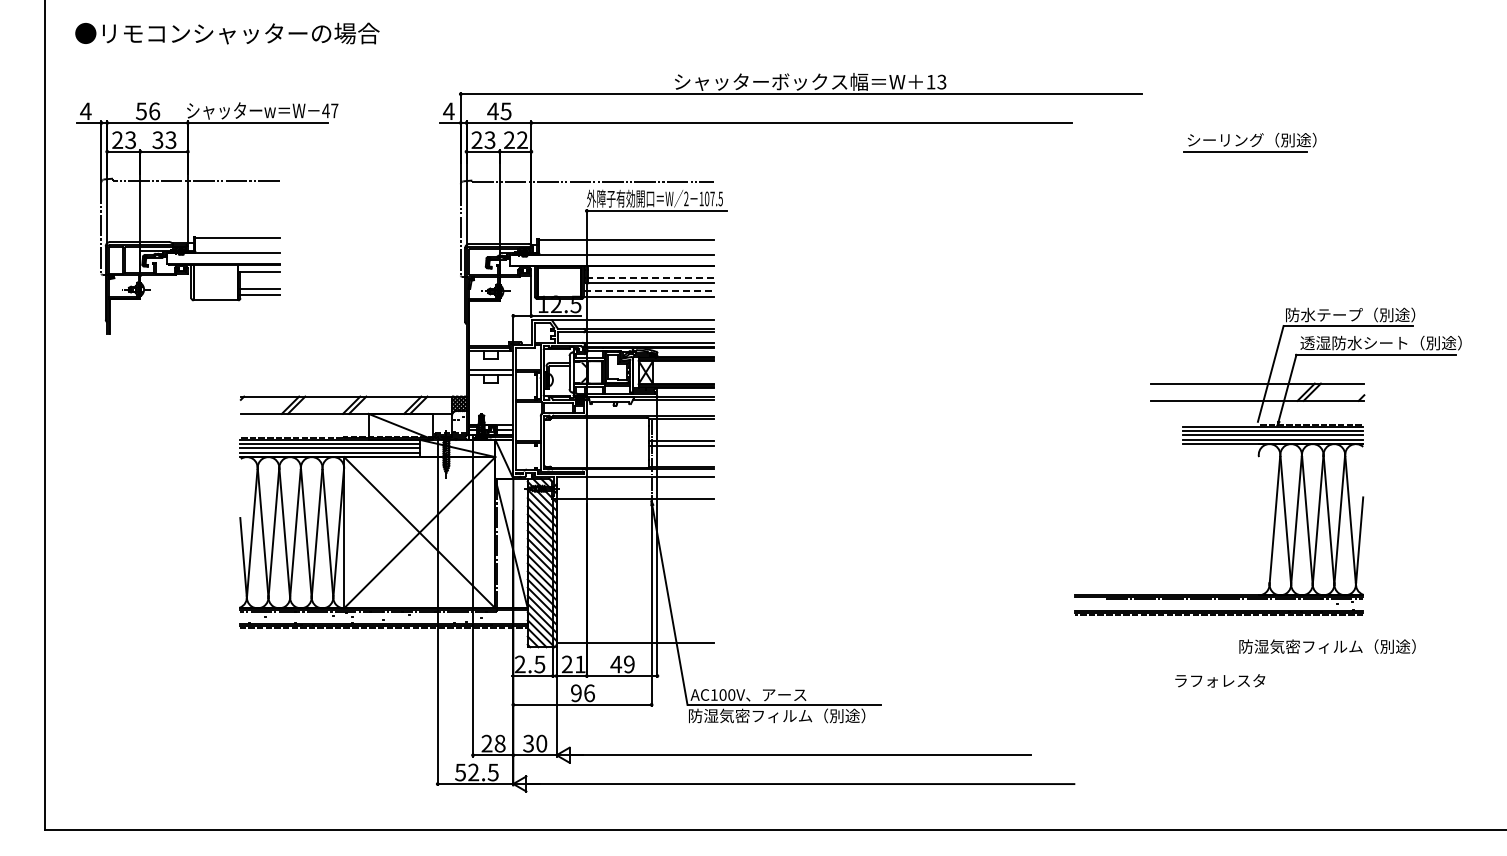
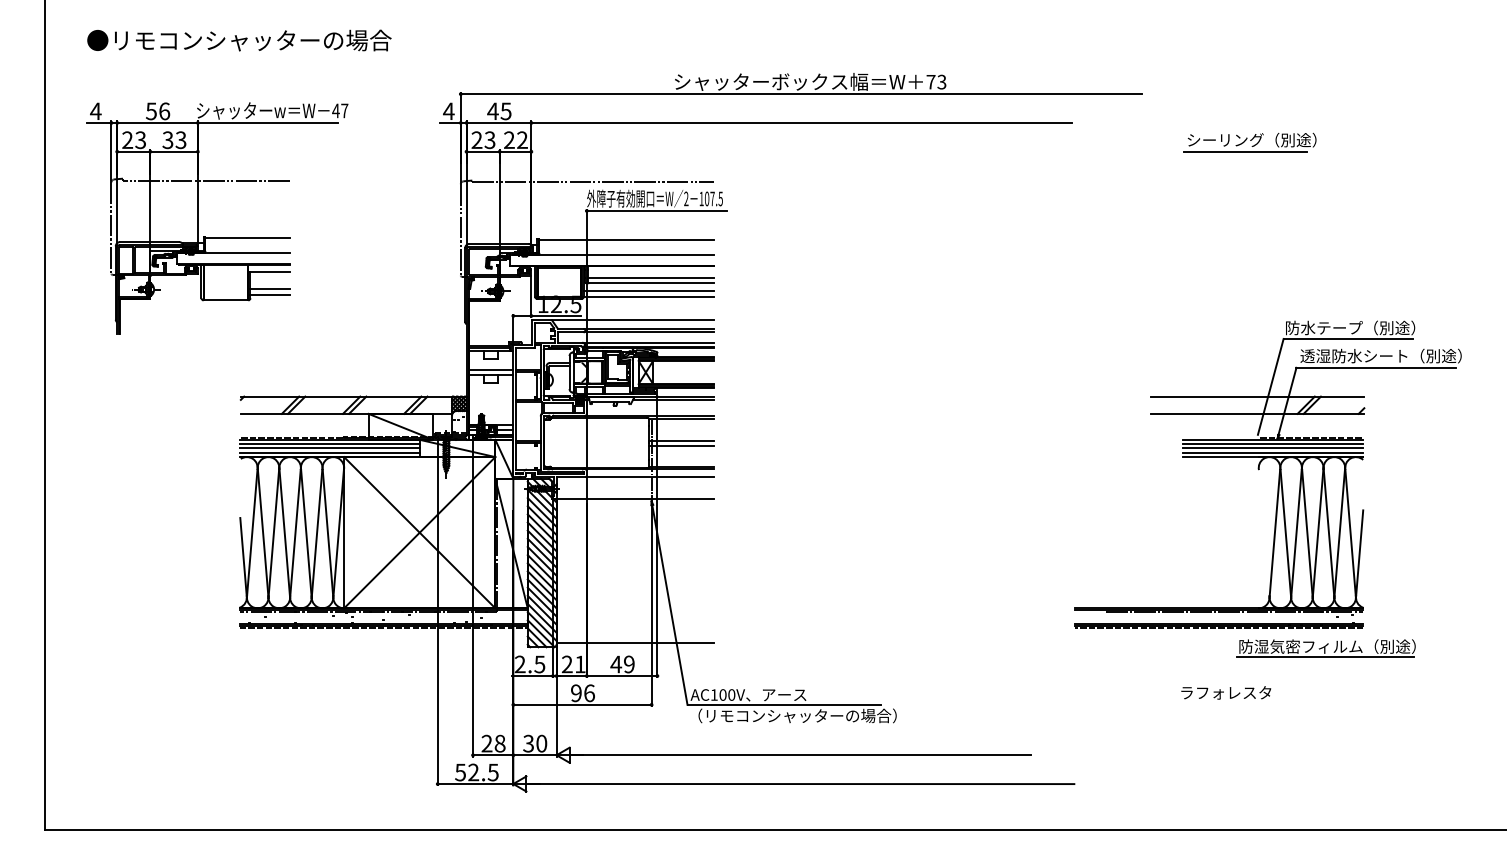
text at (227, 33) position: (227, 33) -> (239, 40)
text at (930, 82): 13 -> 73
part at (188, 218) position: (188, 218) -> (198, 218)
line at (650, 277): dashed -> solid
line at (648, 290): dashed -> solid
part at (1259, 456) position: (1259, 456) -> (1259, 469)
line at (1324, 656): none -> present
text at (1220, 680) position: (1220, 680) -> (1226, 692)
text at (792, 715): 防湿気密フィルム（別途） -> （リモコンシャッターの場合）
